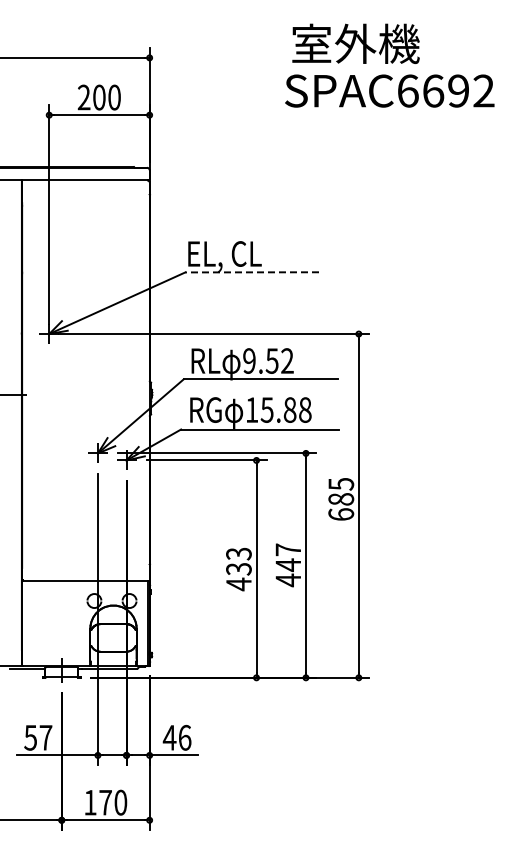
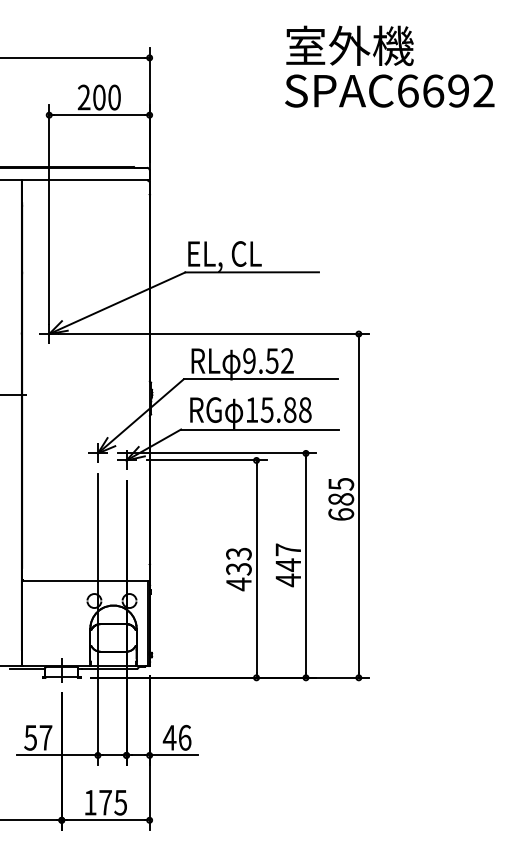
text at (355, 43) position: (355, 43) -> (349, 45)
line at (252, 272): dashed -> solid
text at (120, 802): 170 -> 175
